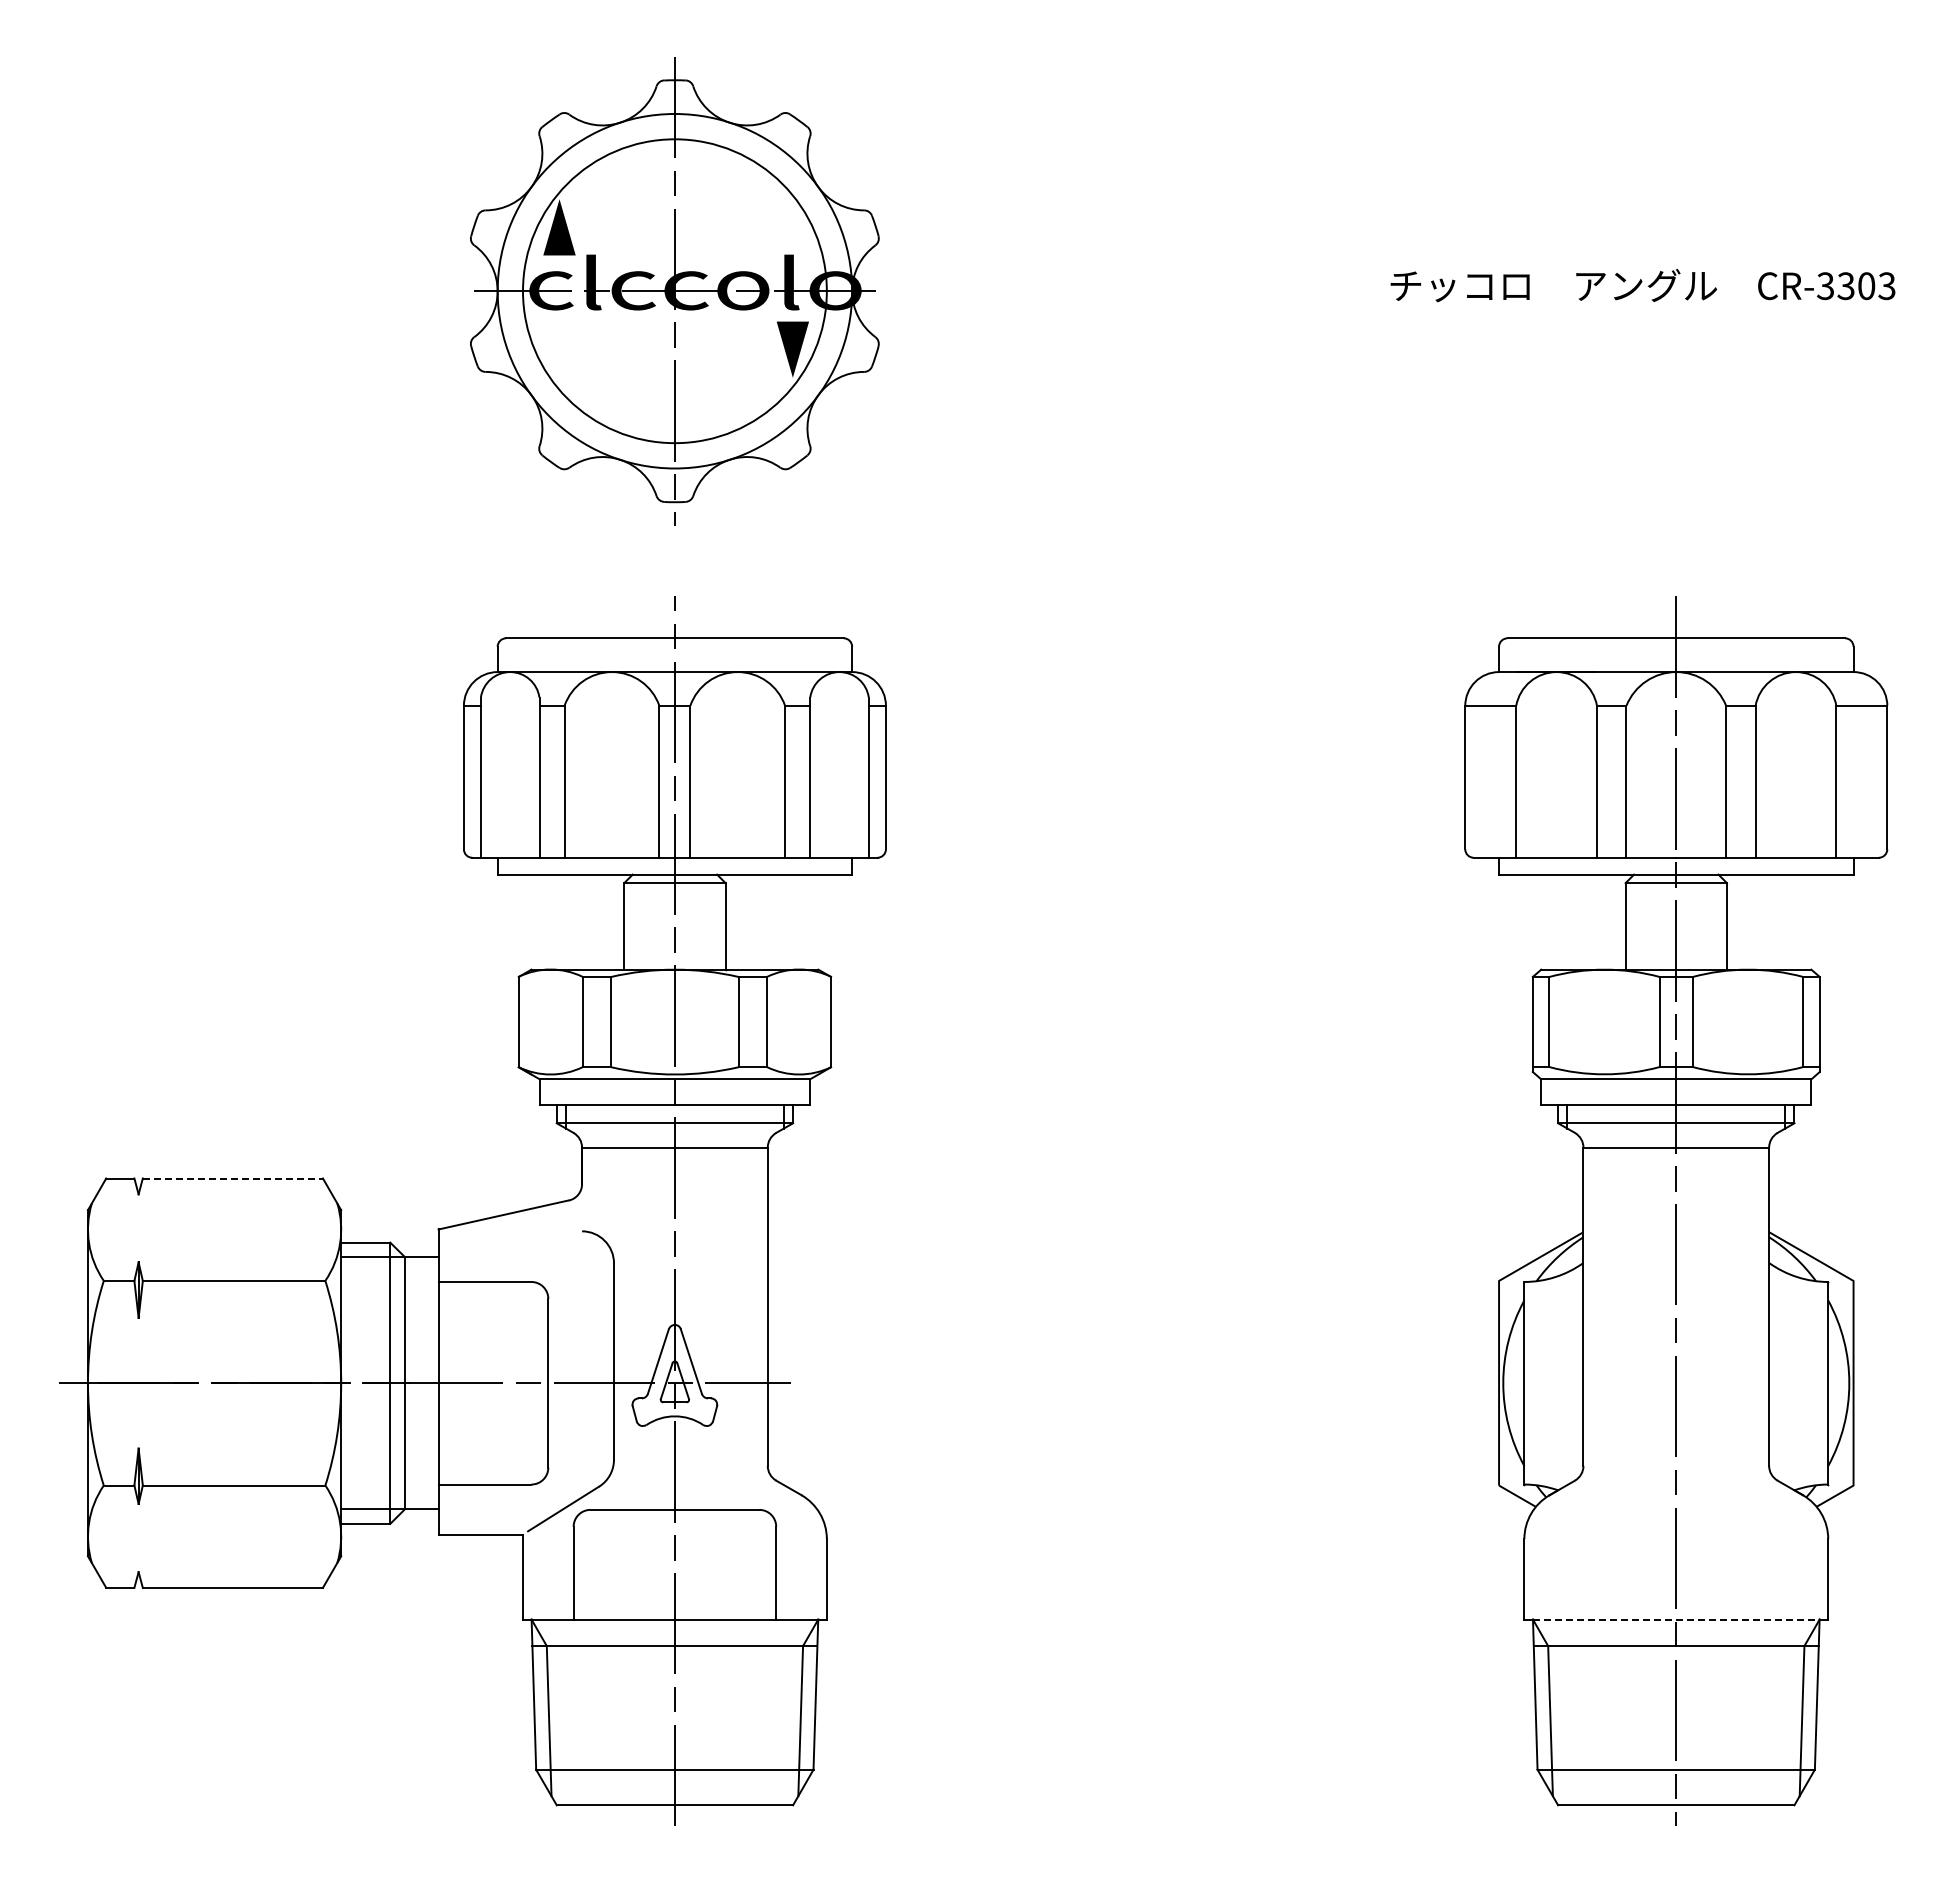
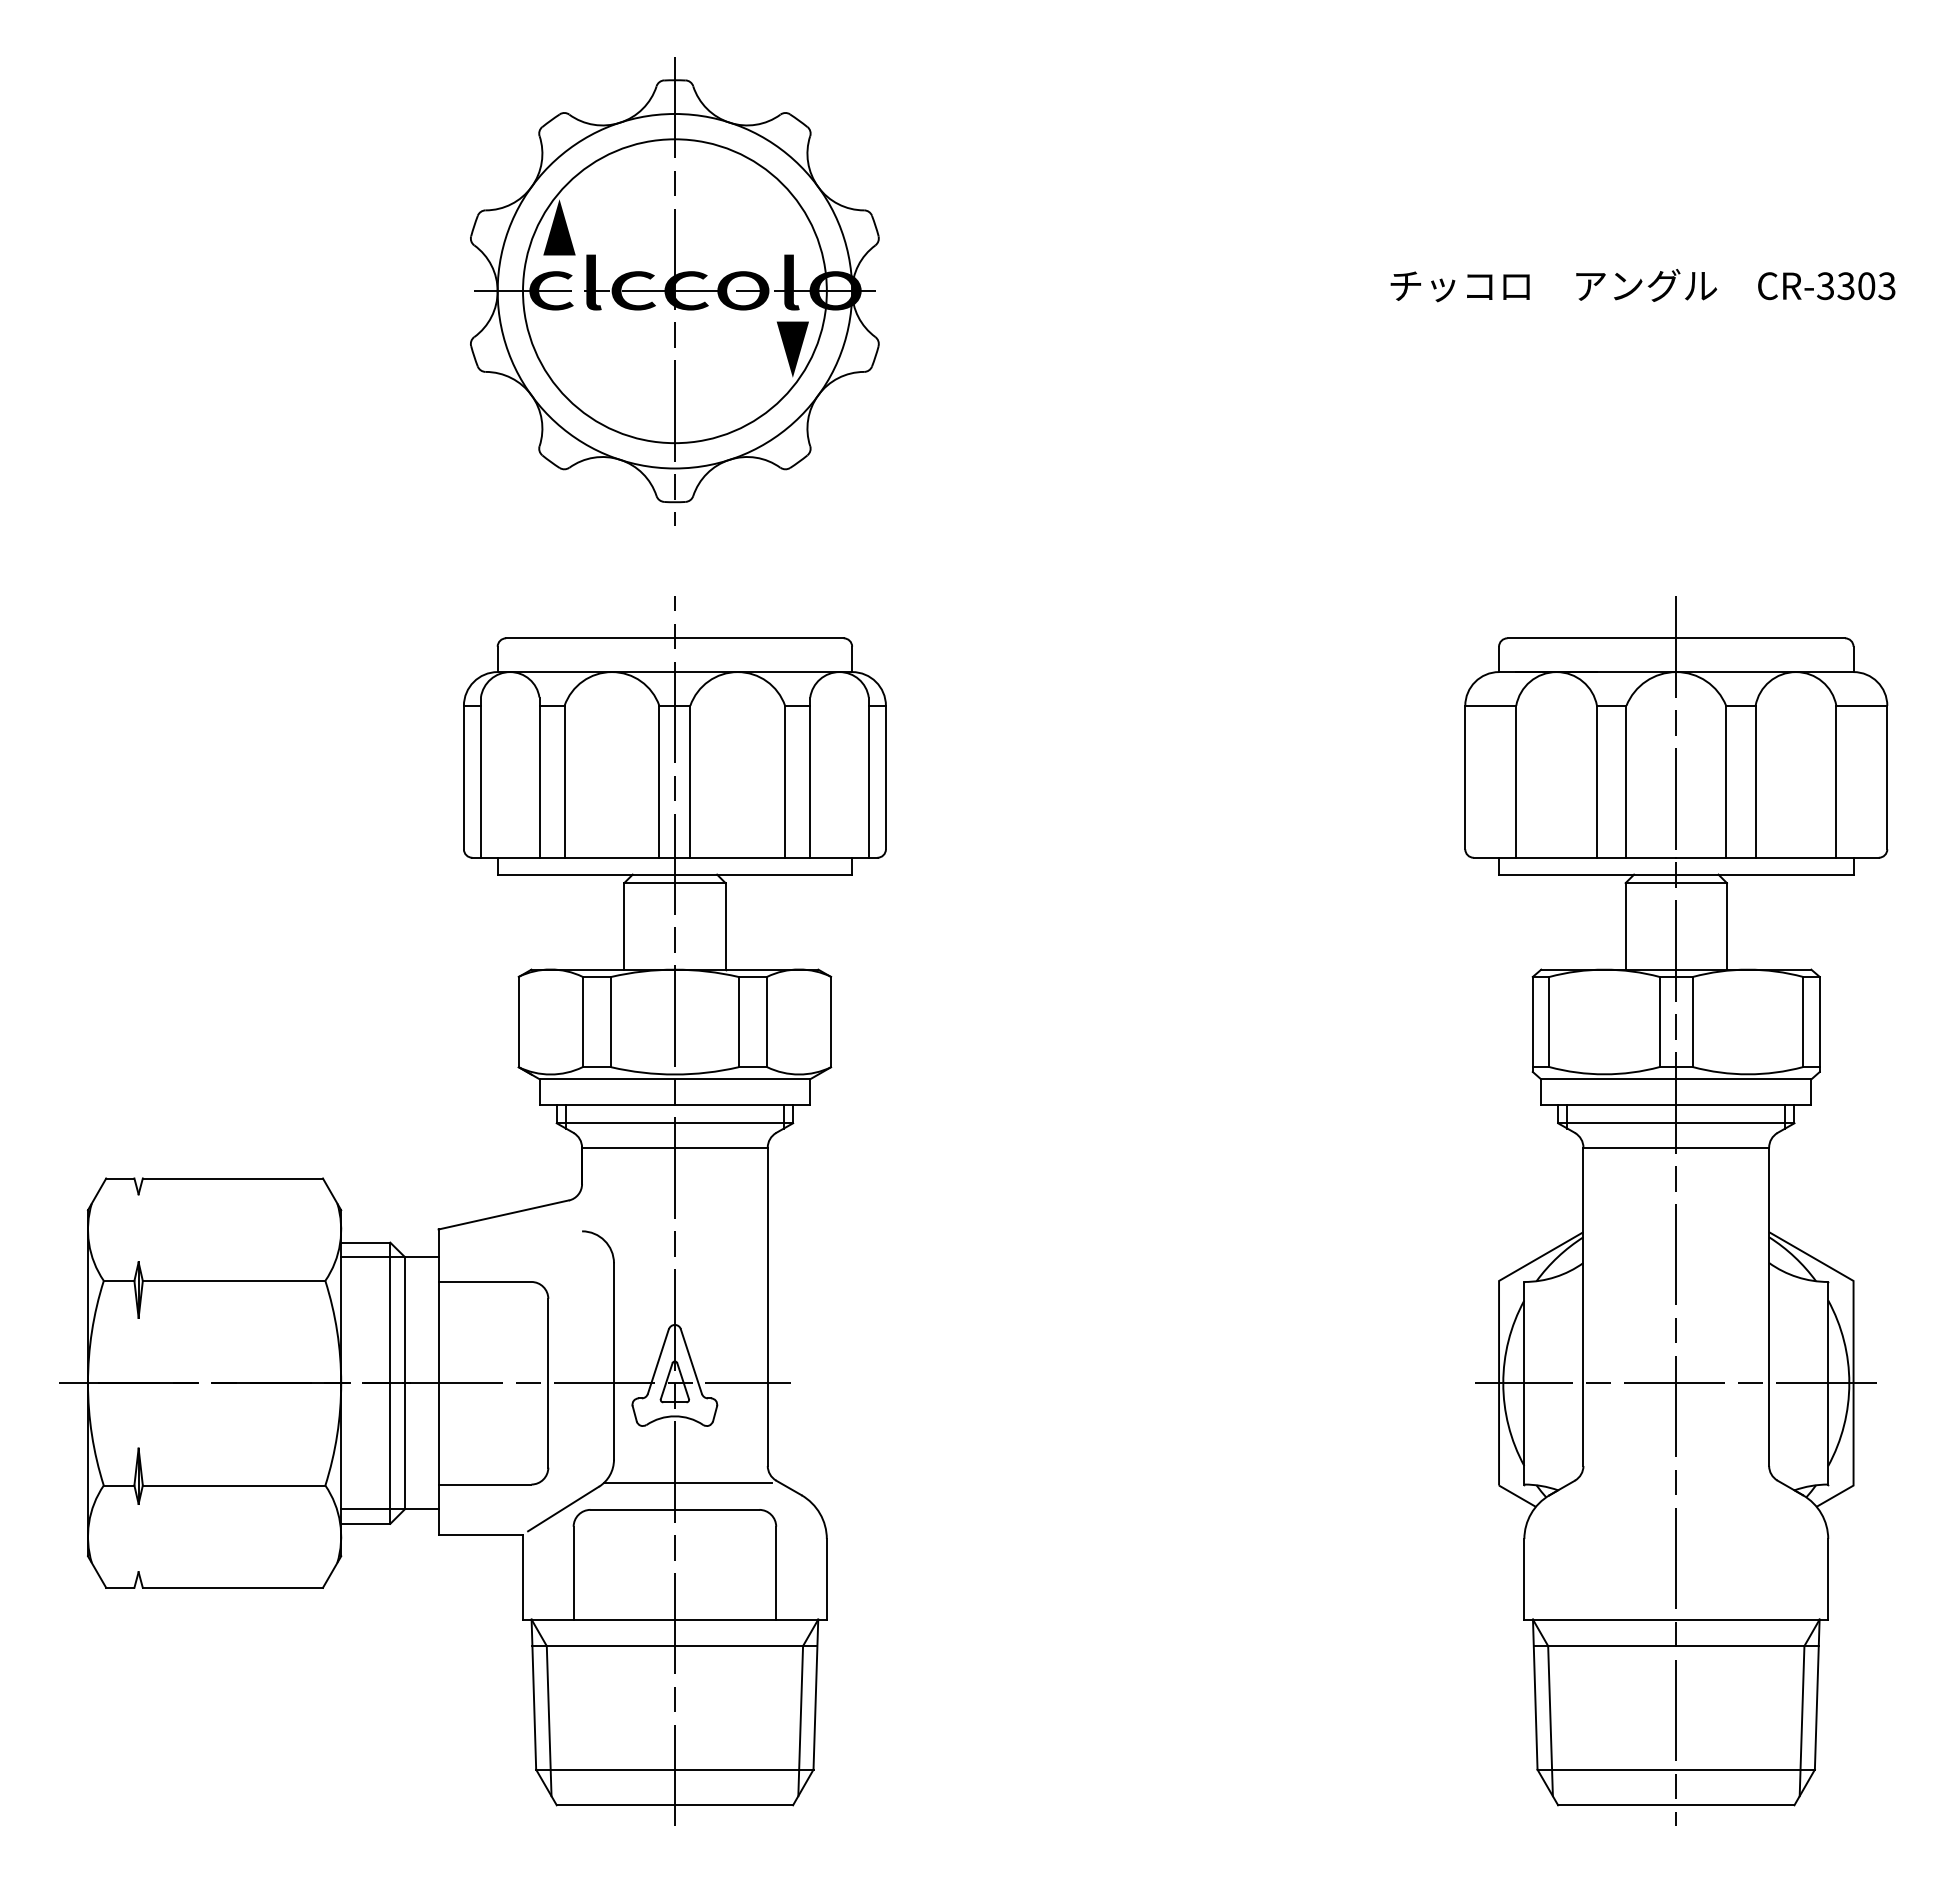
line at (233, 1178): dashed -> solid
line at (1676, 1383): none -> present
line at (687, 1483): none -> present
line at (1676, 1619): dashed -> solid
